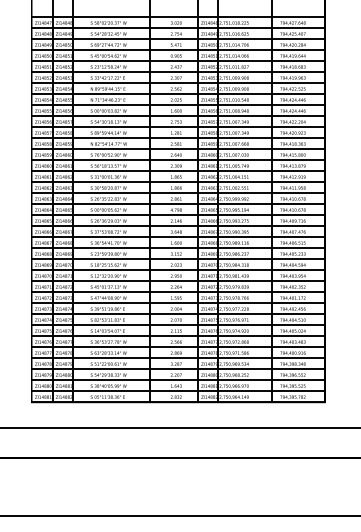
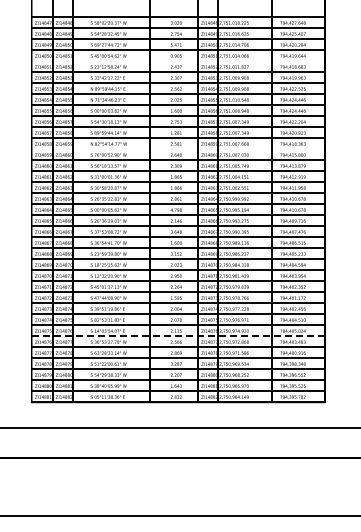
line at (178, 61): present -> none
line at (178, 149): present -> none
line at (178, 336): solid -> dashed
